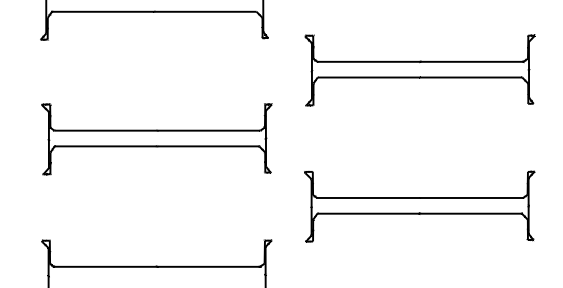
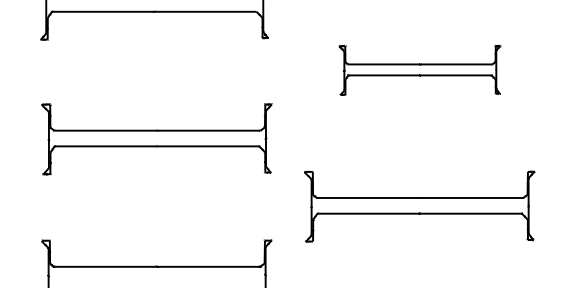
part at (419, 70) size: 232x73 px -> 164x52 px
